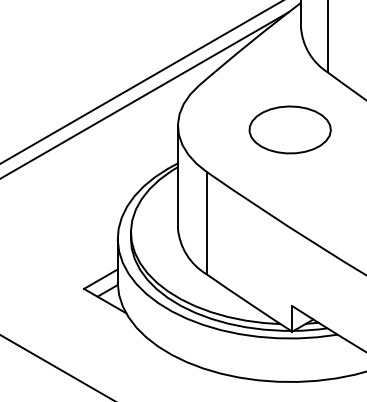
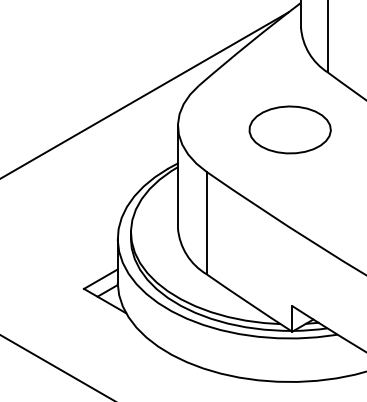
line at (141, 82): present -> none
